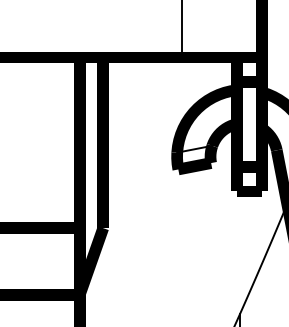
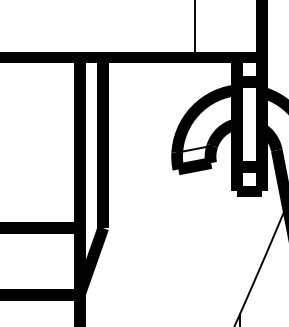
line at (182, 29) position: (182, 29) -> (195, 29)
